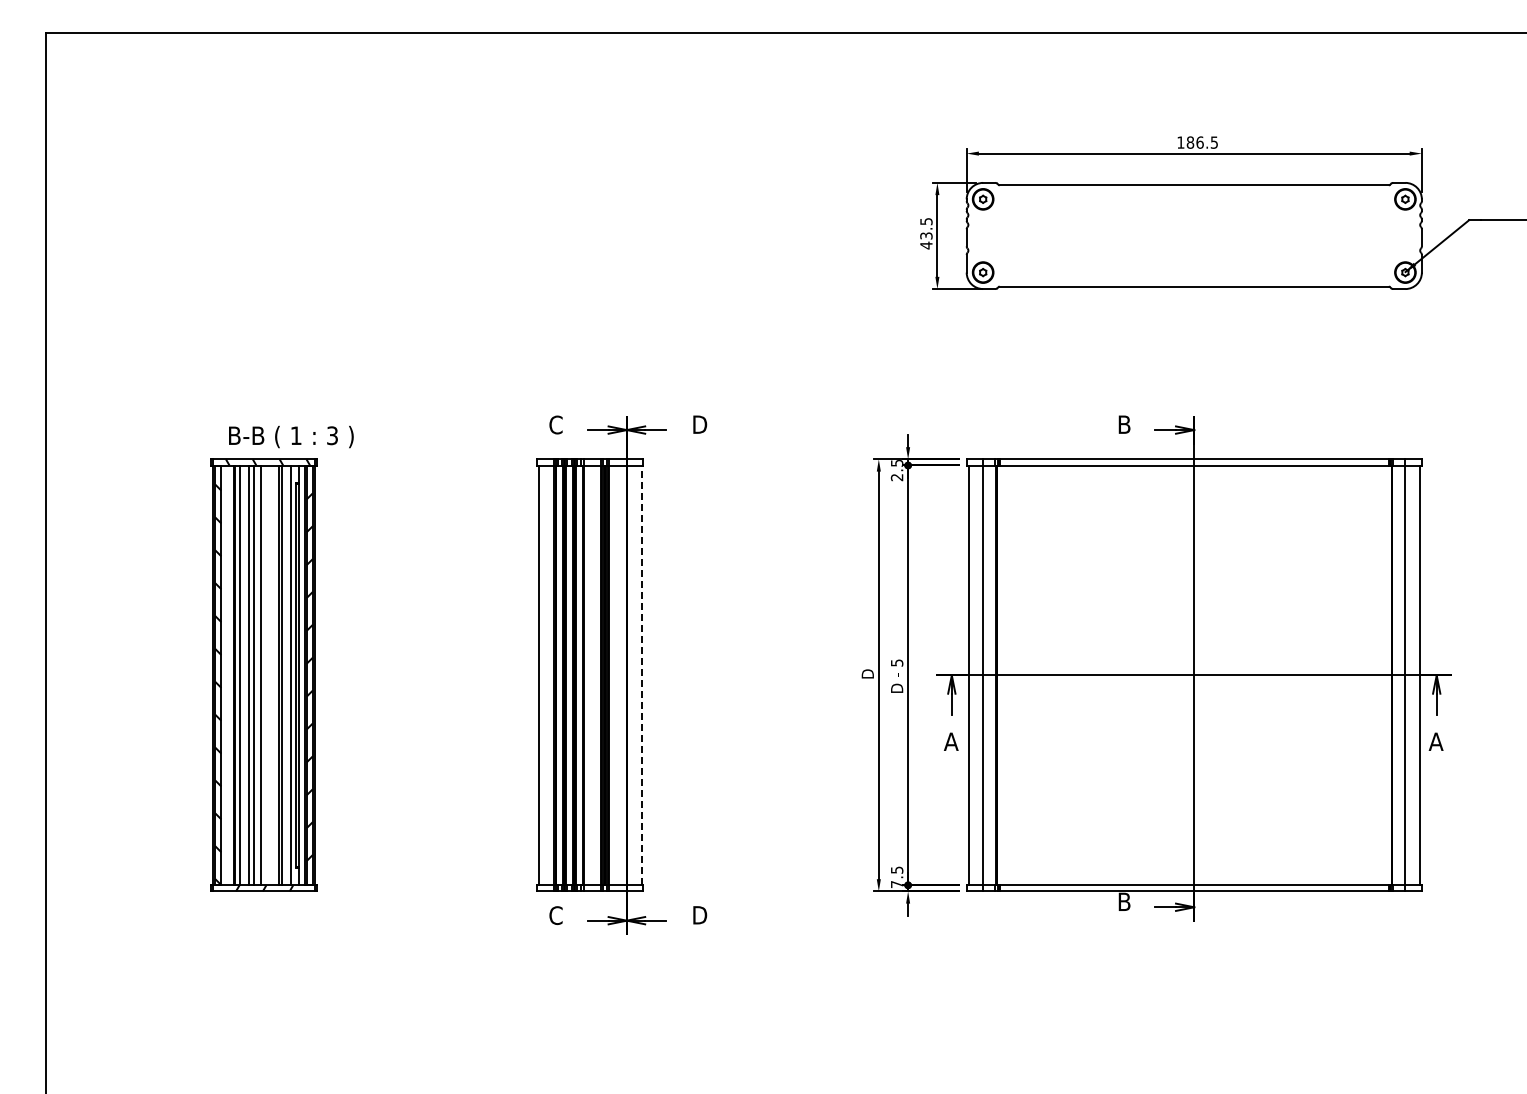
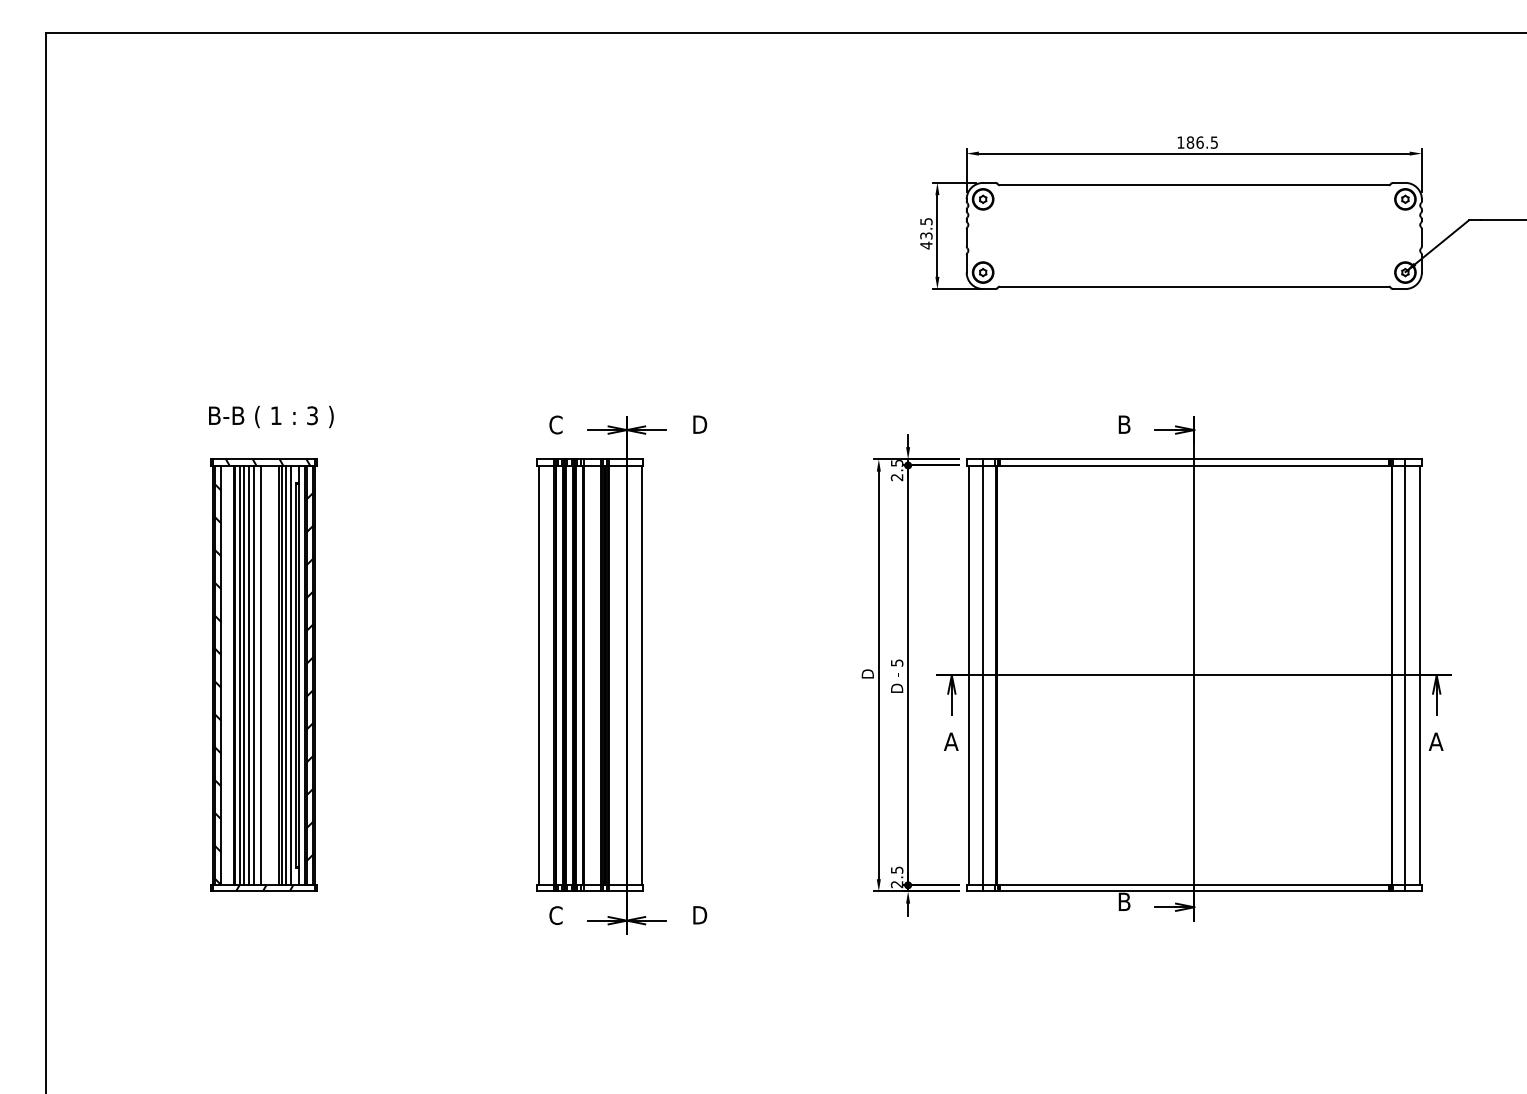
text at (291, 436) position: (291, 436) -> (271, 416)
line at (244, 675): none -> present
line at (286, 675): none -> present
line at (641, 675): dashed -> solid
text at (896, 884): 7.5 -> 2.5
